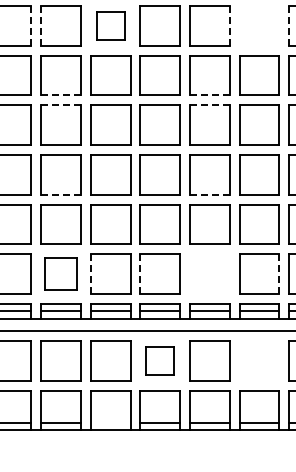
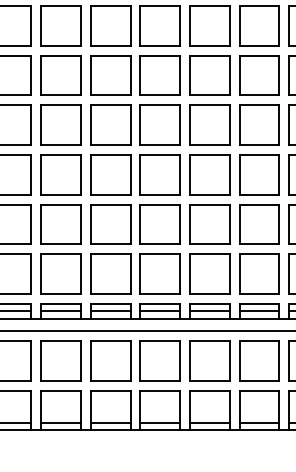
part at (110, 25) size: 30x30 px -> 42x42 px
part at (259, 25): none -> present
line at (31, 26): dashed -> solid
line at (41, 26): dashed -> solid
line at (229, 26): dashed -> solid
line at (289, 26): dashed -> solid
line at (61, 95): dashed -> solid
line at (209, 95): dashed -> solid
line at (61, 105): dashed -> solid
line at (209, 105): dashed -> solid
line at (61, 194): dashed -> solid
line at (209, 194): dashed -> solid
part at (60, 273) size: 34x34 px -> 42x42 px
part at (209, 273): none -> present
line at (90, 274): dashed -> solid
line at (140, 274): dashed -> solid
line at (279, 274): dashed -> solid
part at (159, 360) size: 30x30 px -> 42x42 px
part at (259, 360): none -> present
line at (110, 422): none -> present
